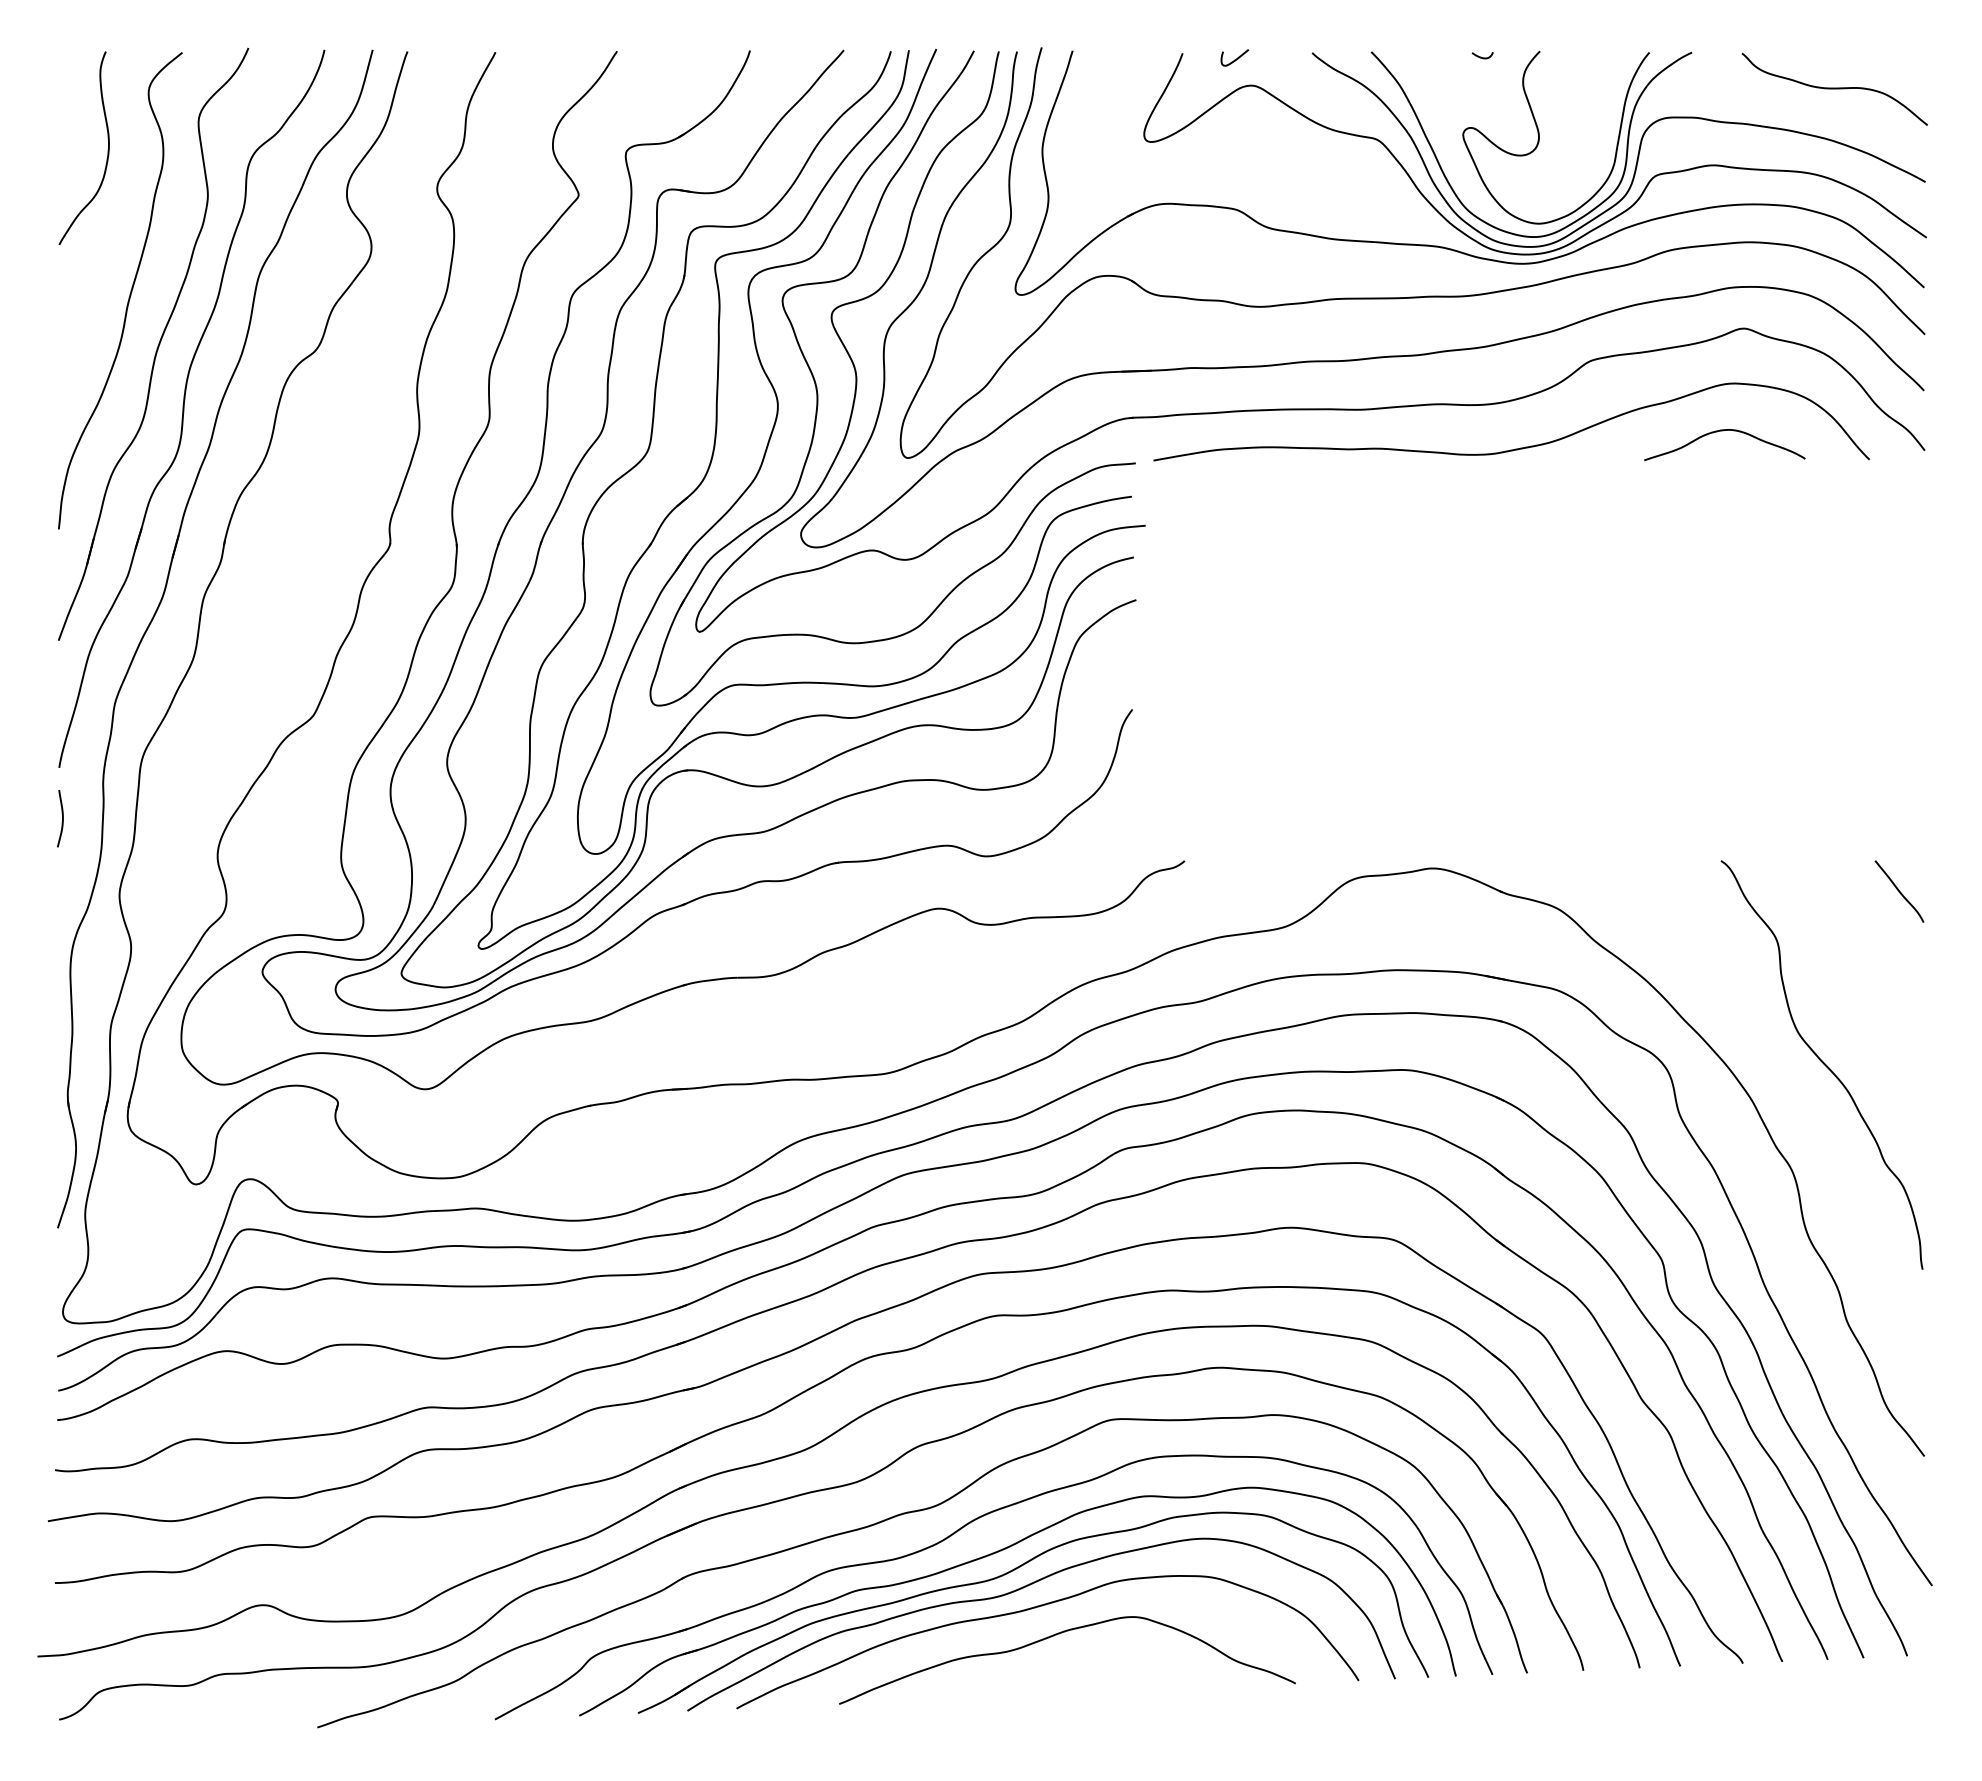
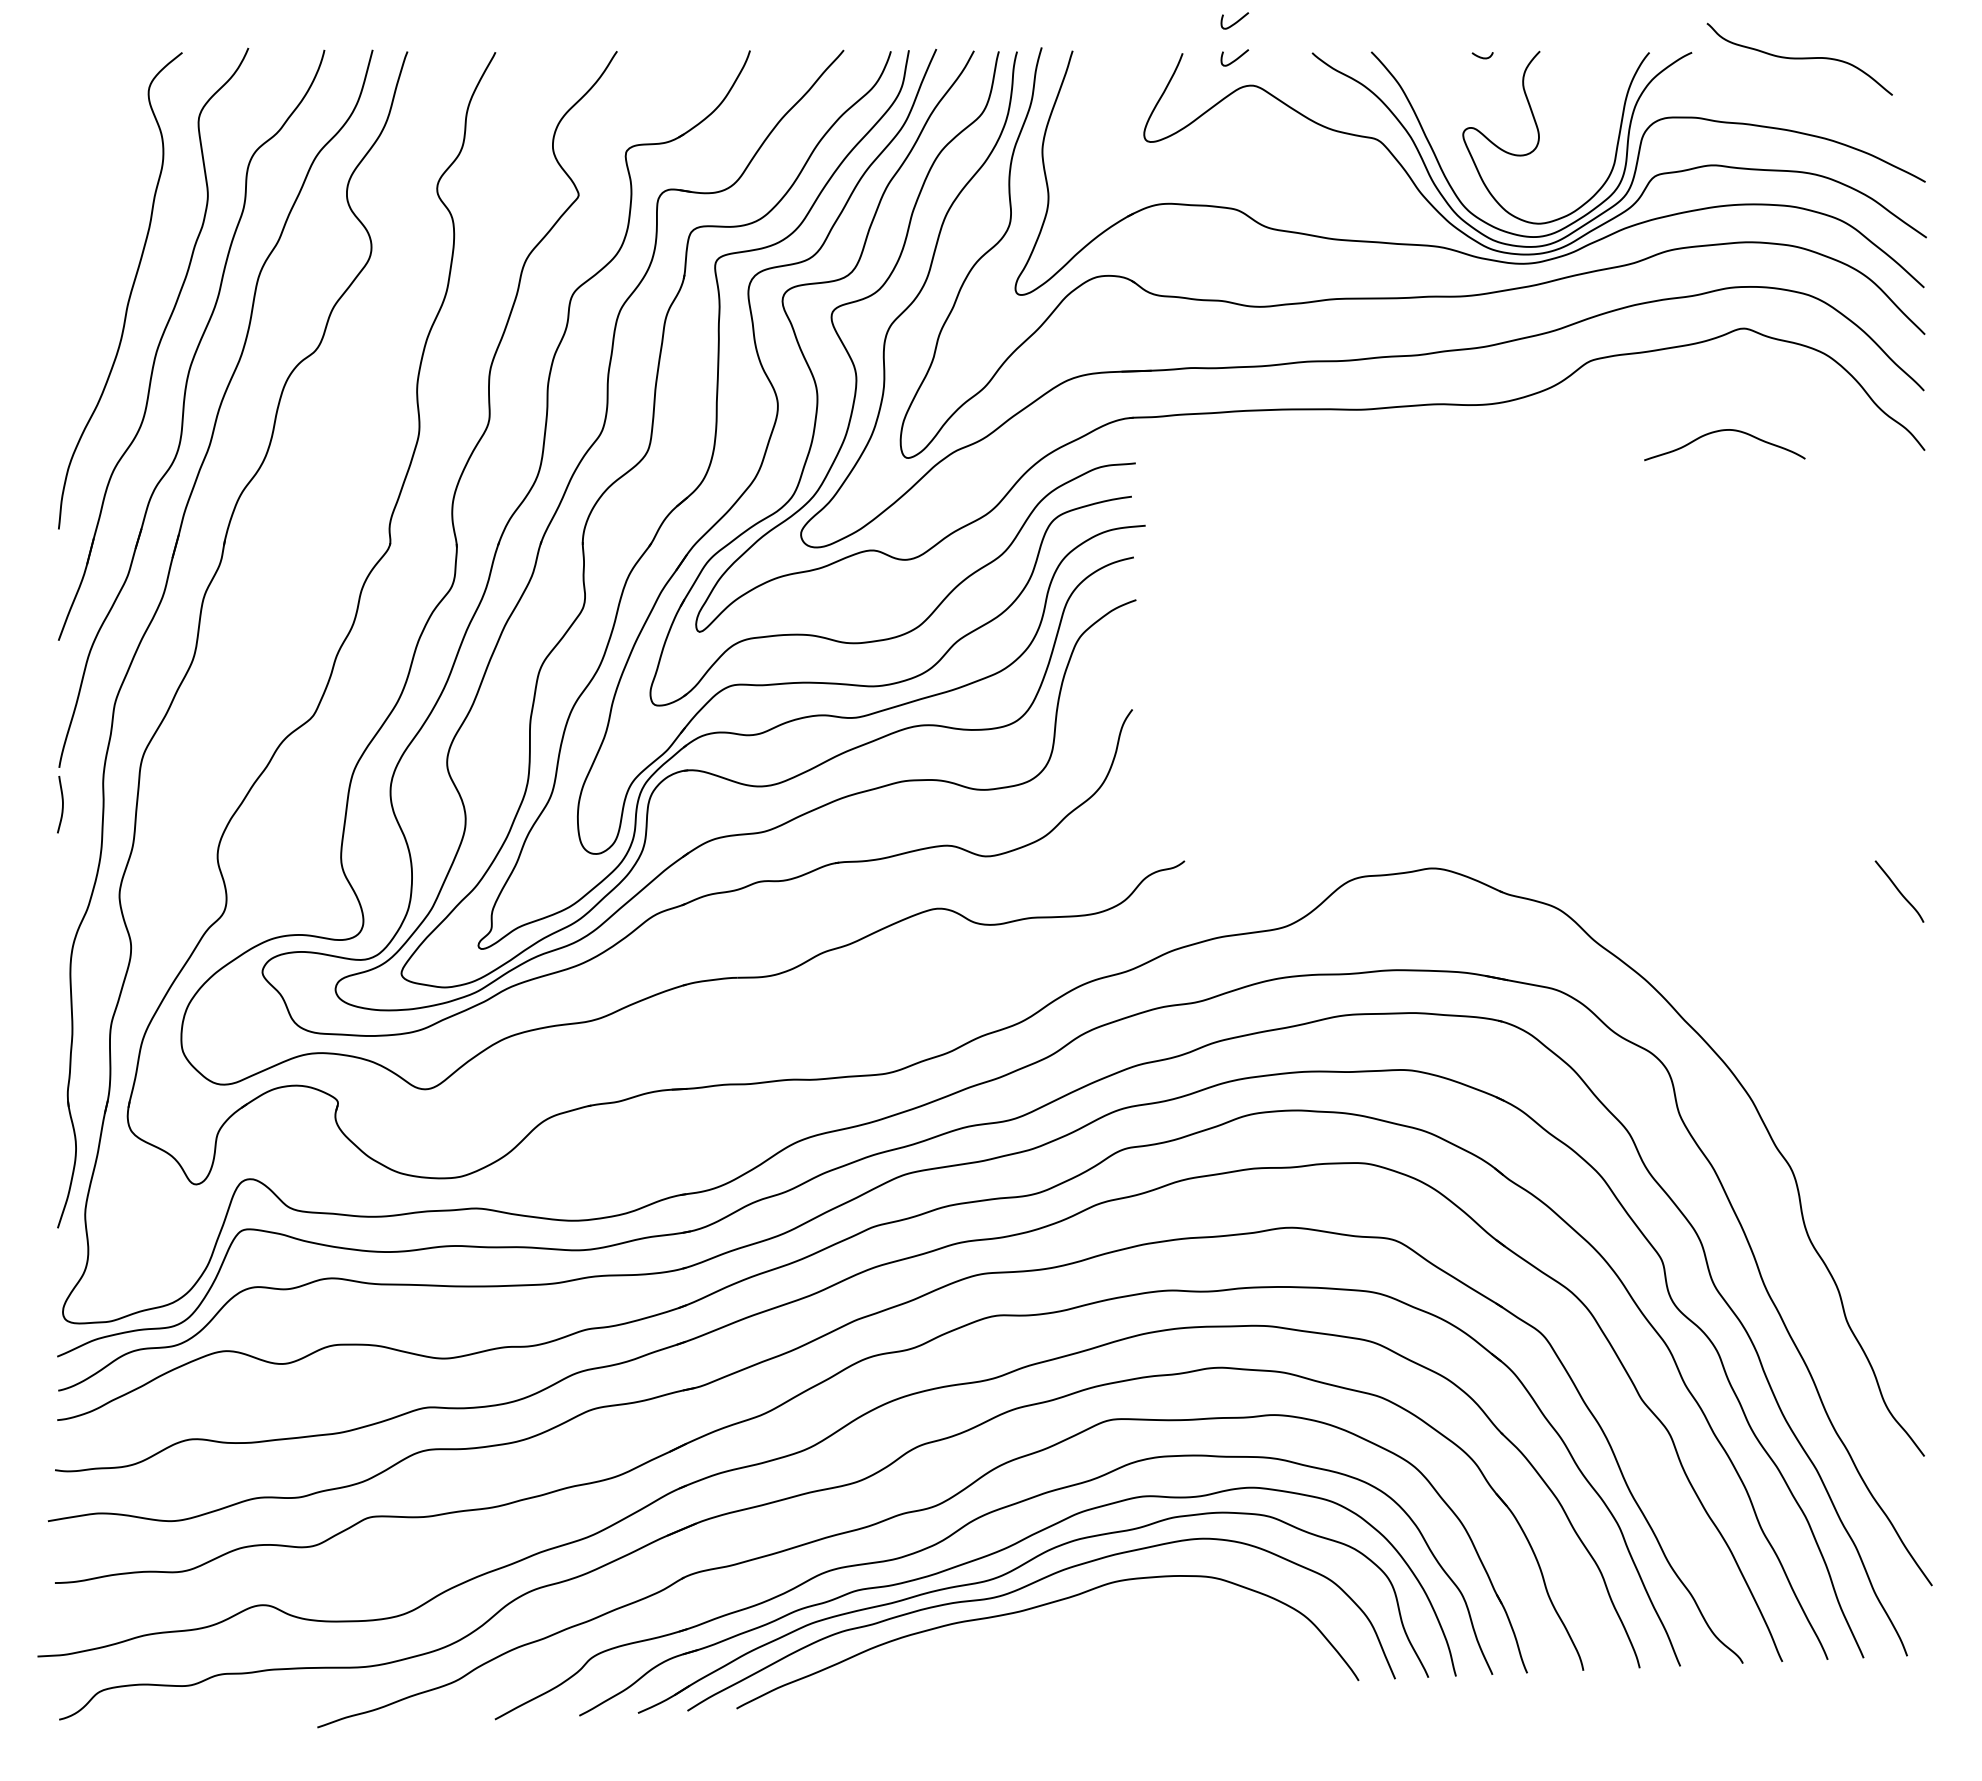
curve at (1234, 22): none -> present
curve at (1834, 88) position: (1834, 88) -> (1799, 58)
curve at (107, 149): present -> none
curve at (1515, 448): present -> none
curve at (62, 818) position: (62, 818) -> (62, 804)
curve at (1822, 1063): present -> none
curve at (1059, 1634): present -> none
